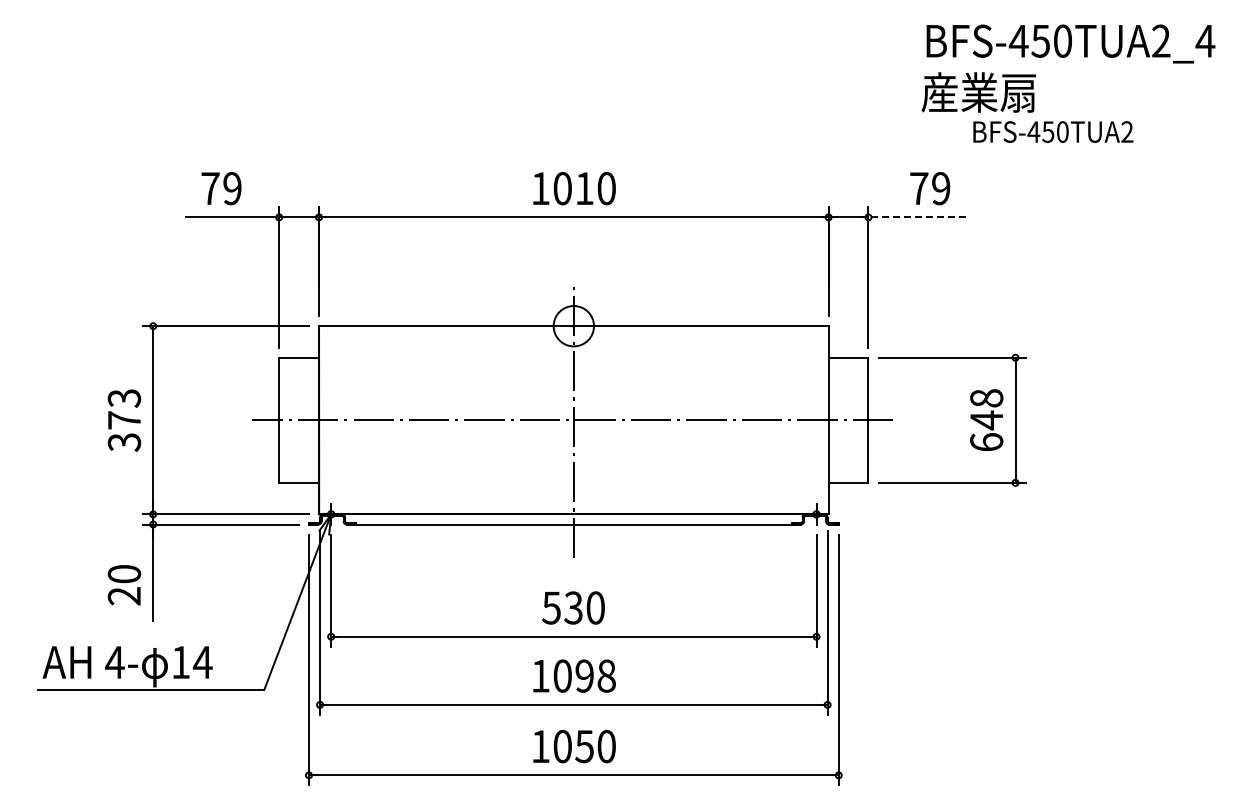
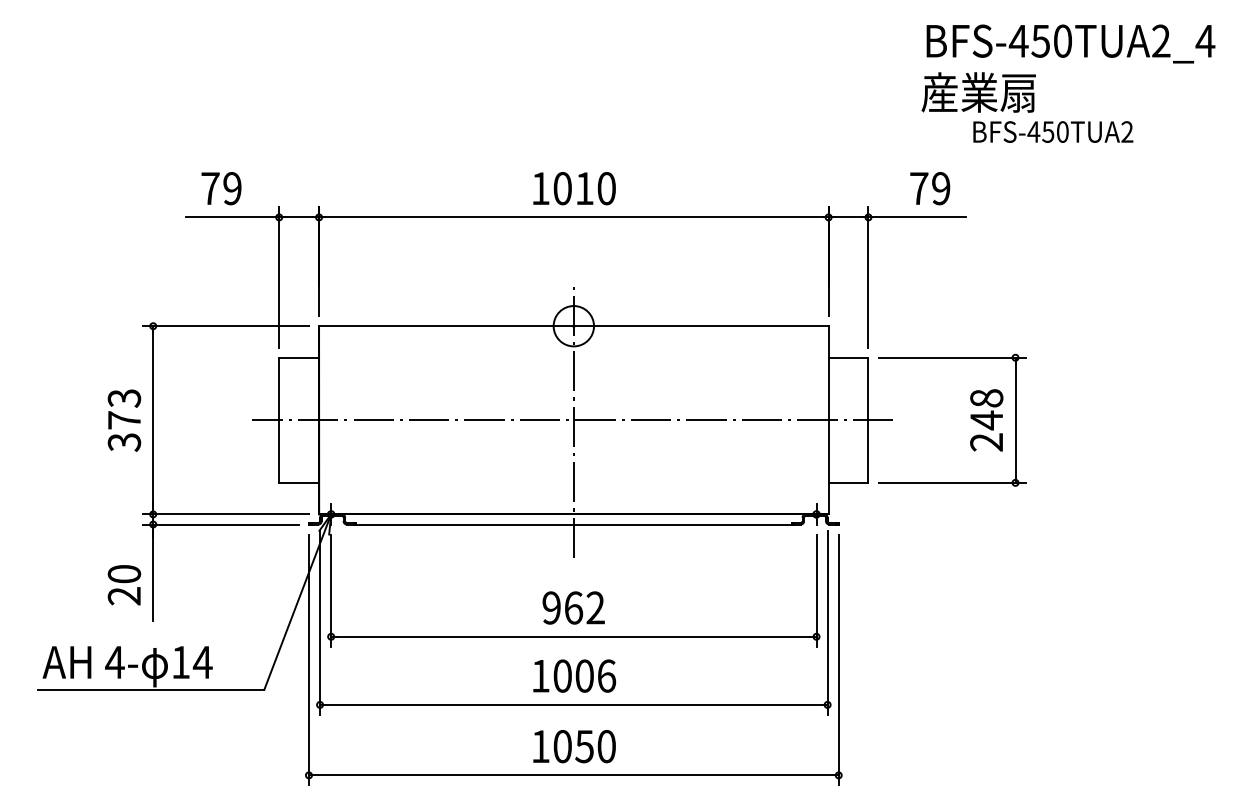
line at (917, 217): dashed -> solid
text at (986, 442): 648 -> 248
text at (573, 607): 530 -> 962
text at (595, 675): 1098 -> 1006
